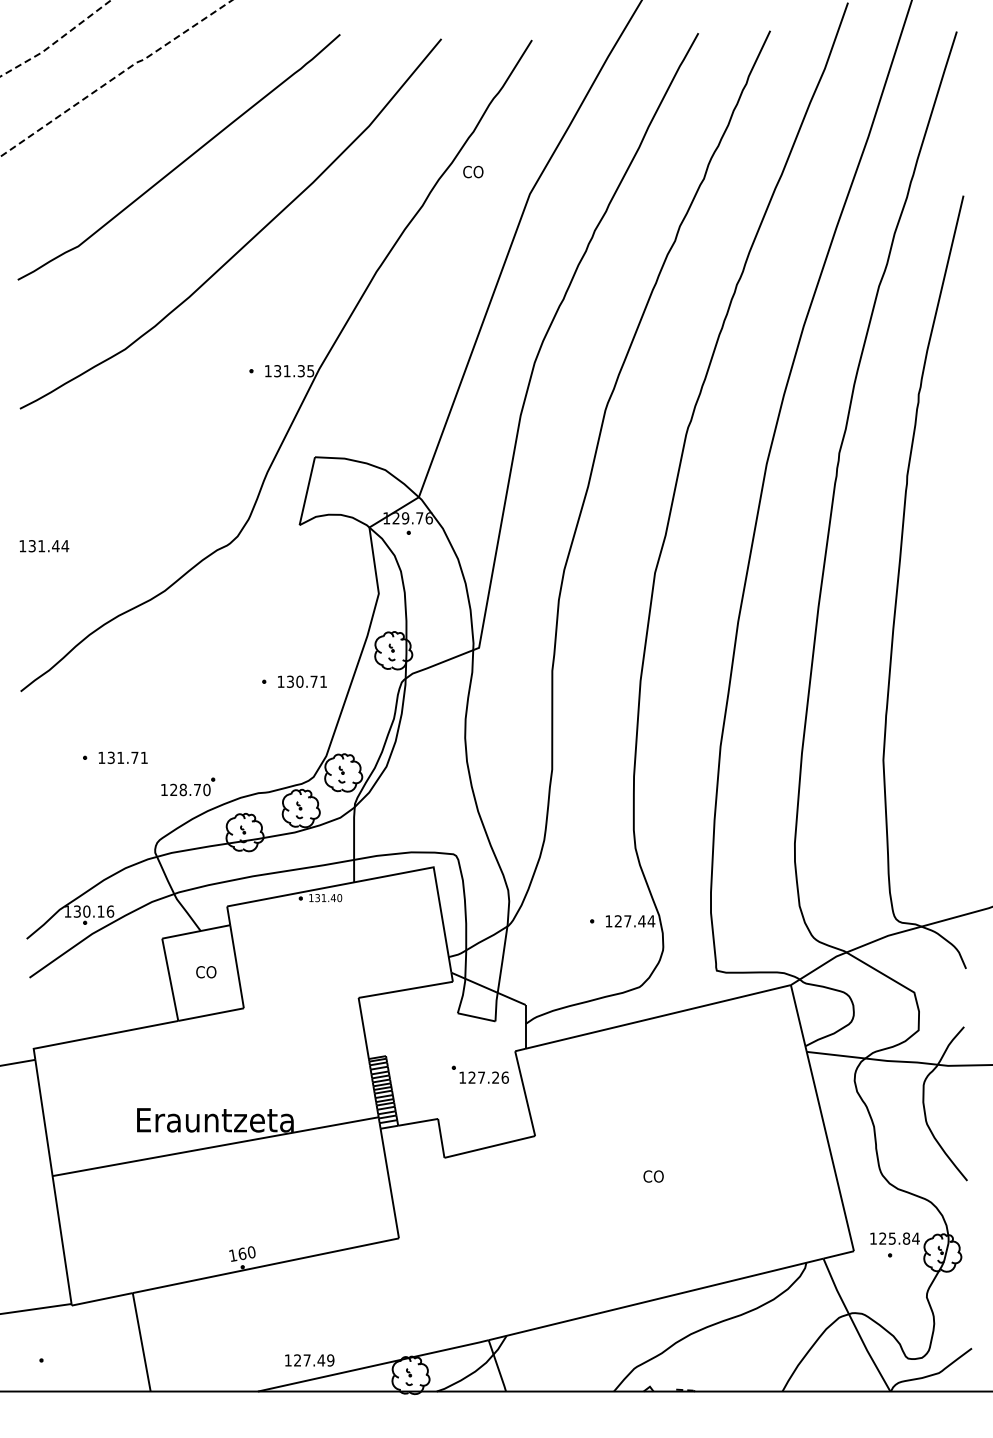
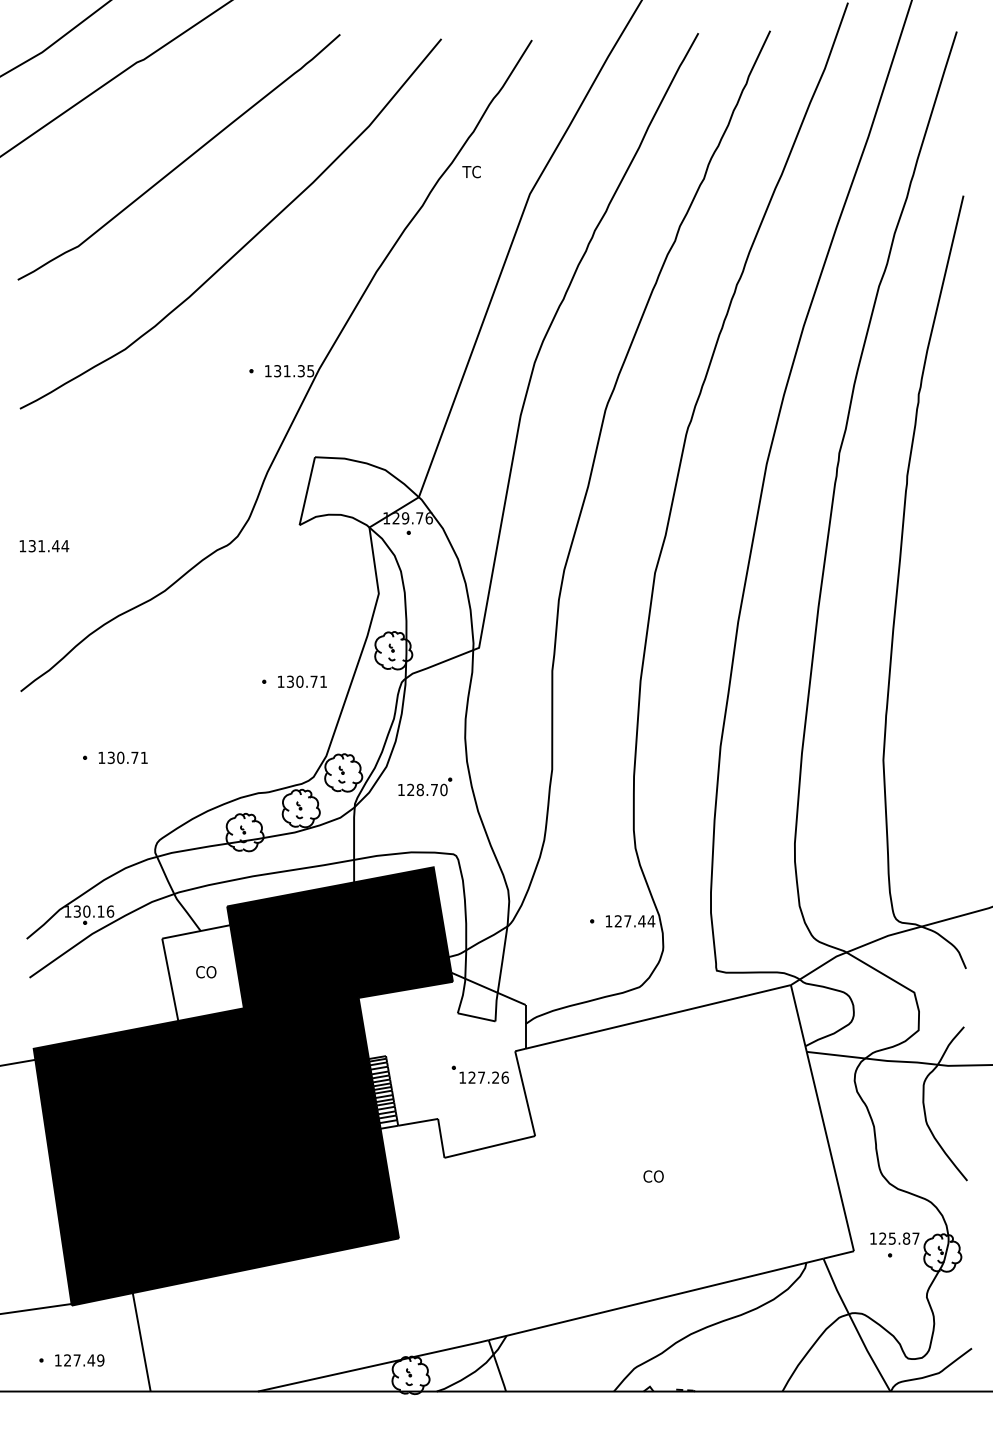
line at (57, 40): dashed -> solid
line at (116, 76): dashed -> solid
text at (472, 171): CO -> TC
text at (120, 757): 131.71 -> 130.71
part at (188, 786) position: (188, 786) -> (425, 786)
fill at (242, 1086): none -> present
text at (915, 1238): 125.84 -> 125.87
text at (309, 1360) position: (309, 1360) -> (79, 1360)
